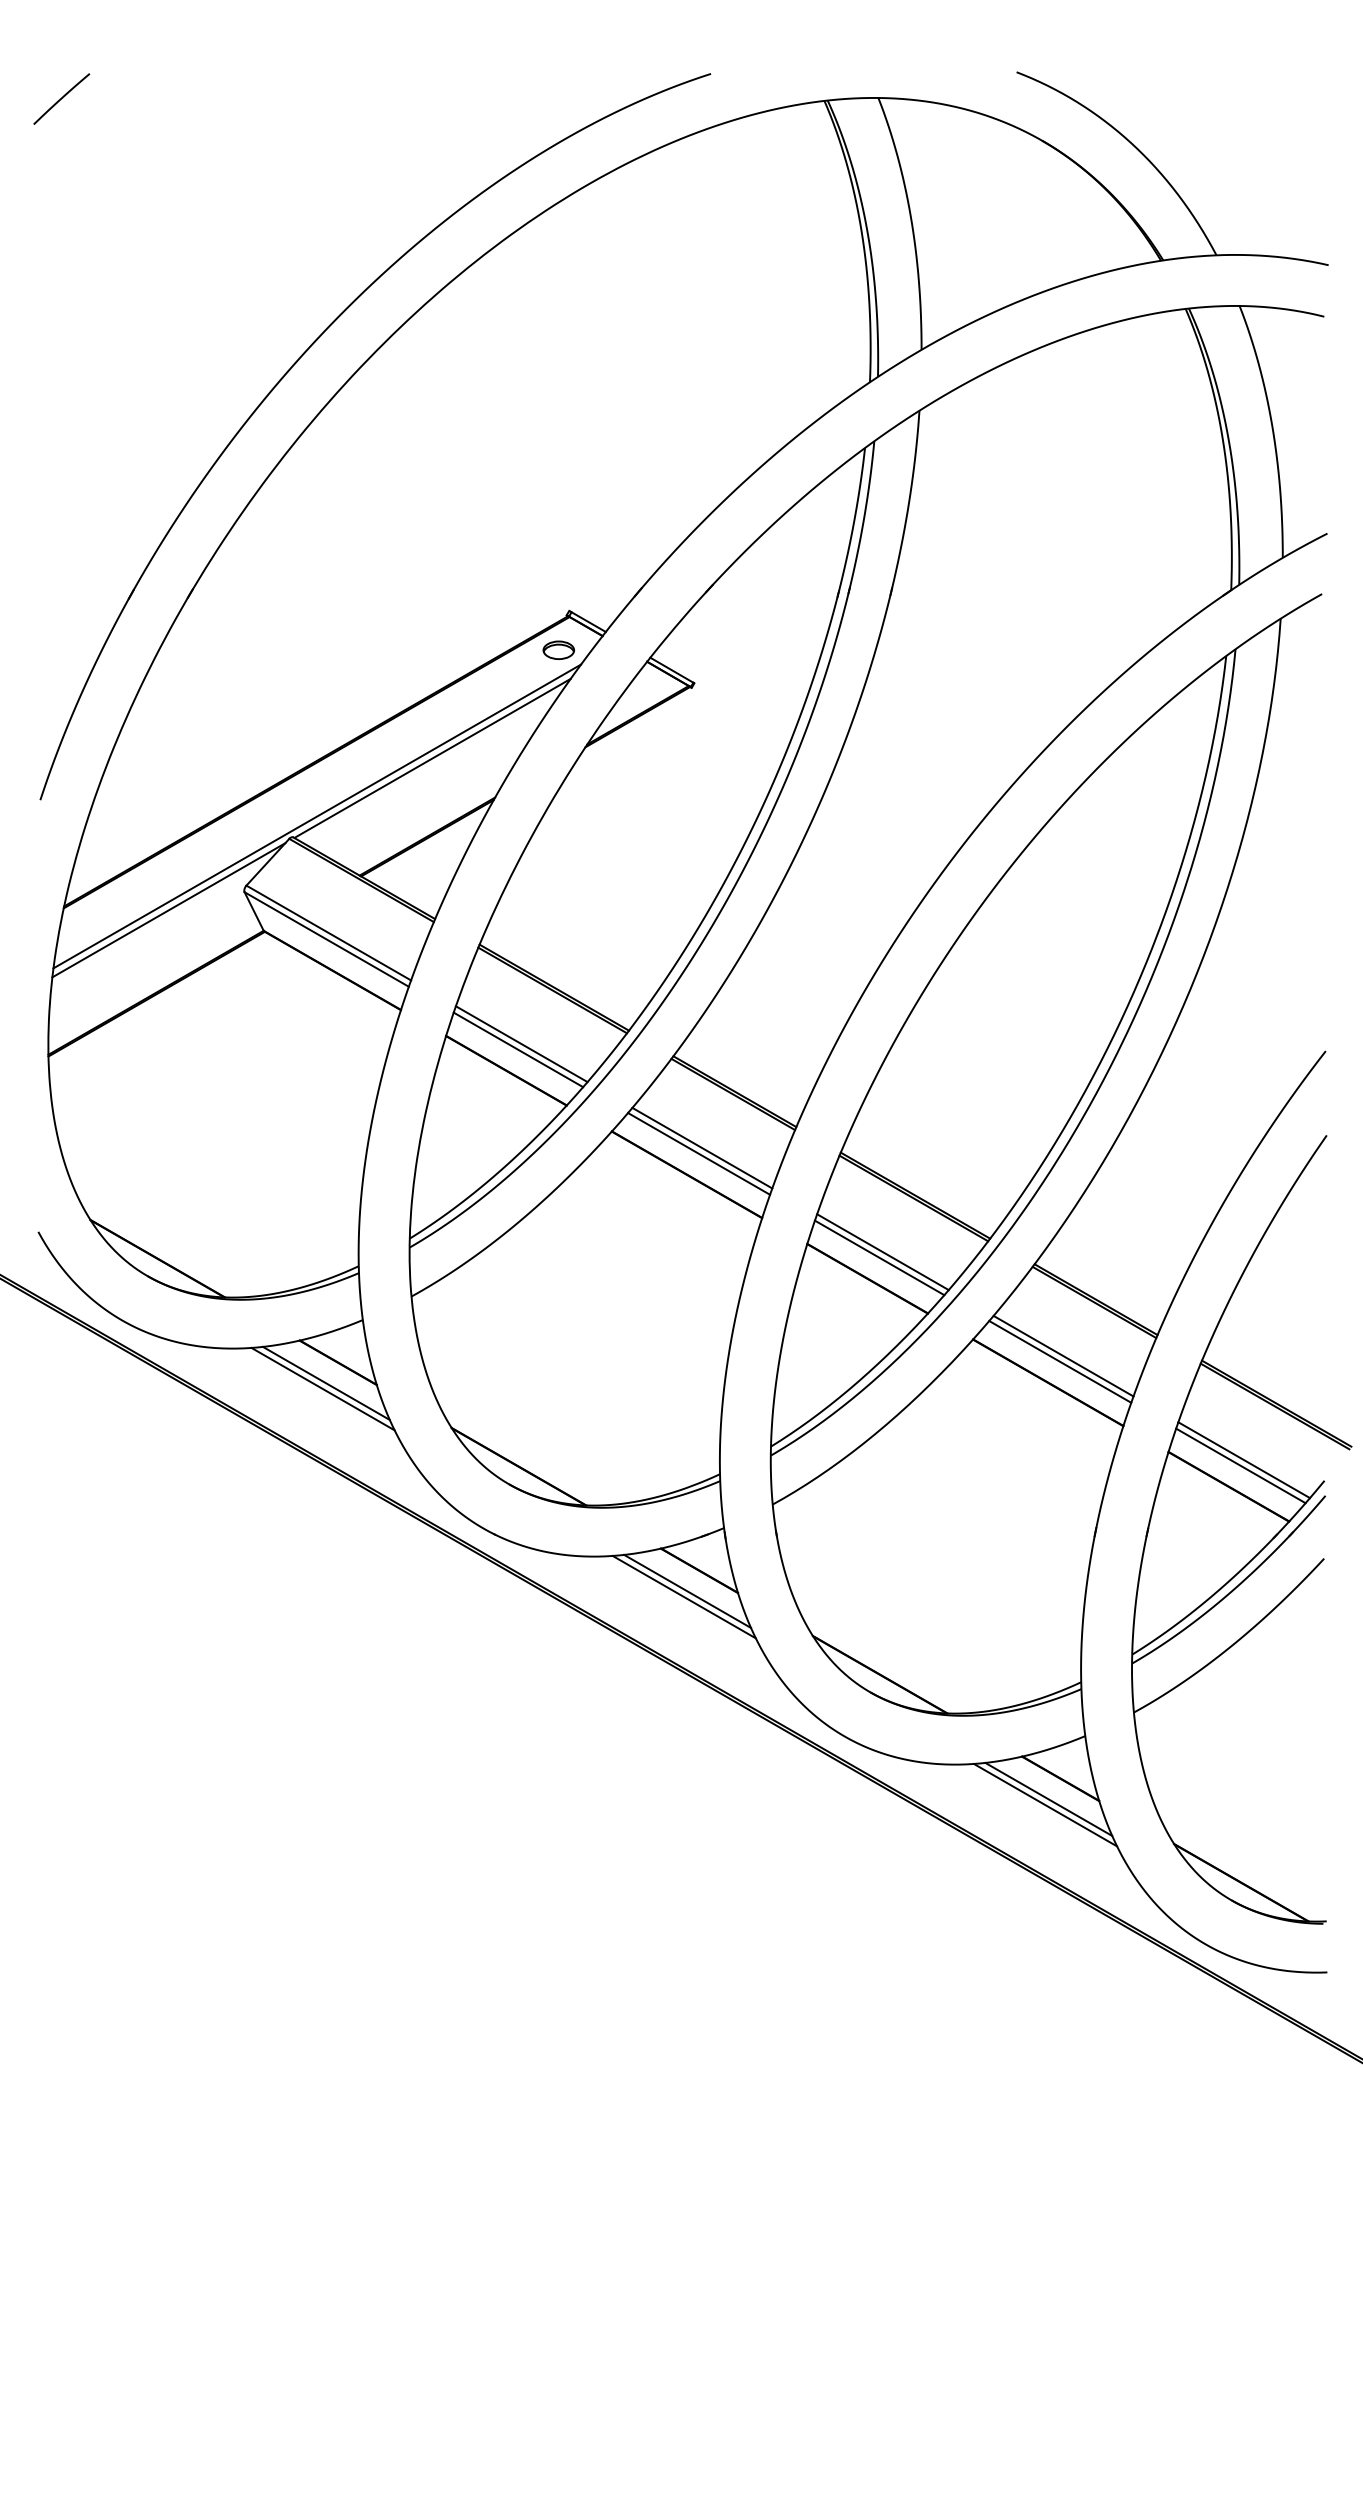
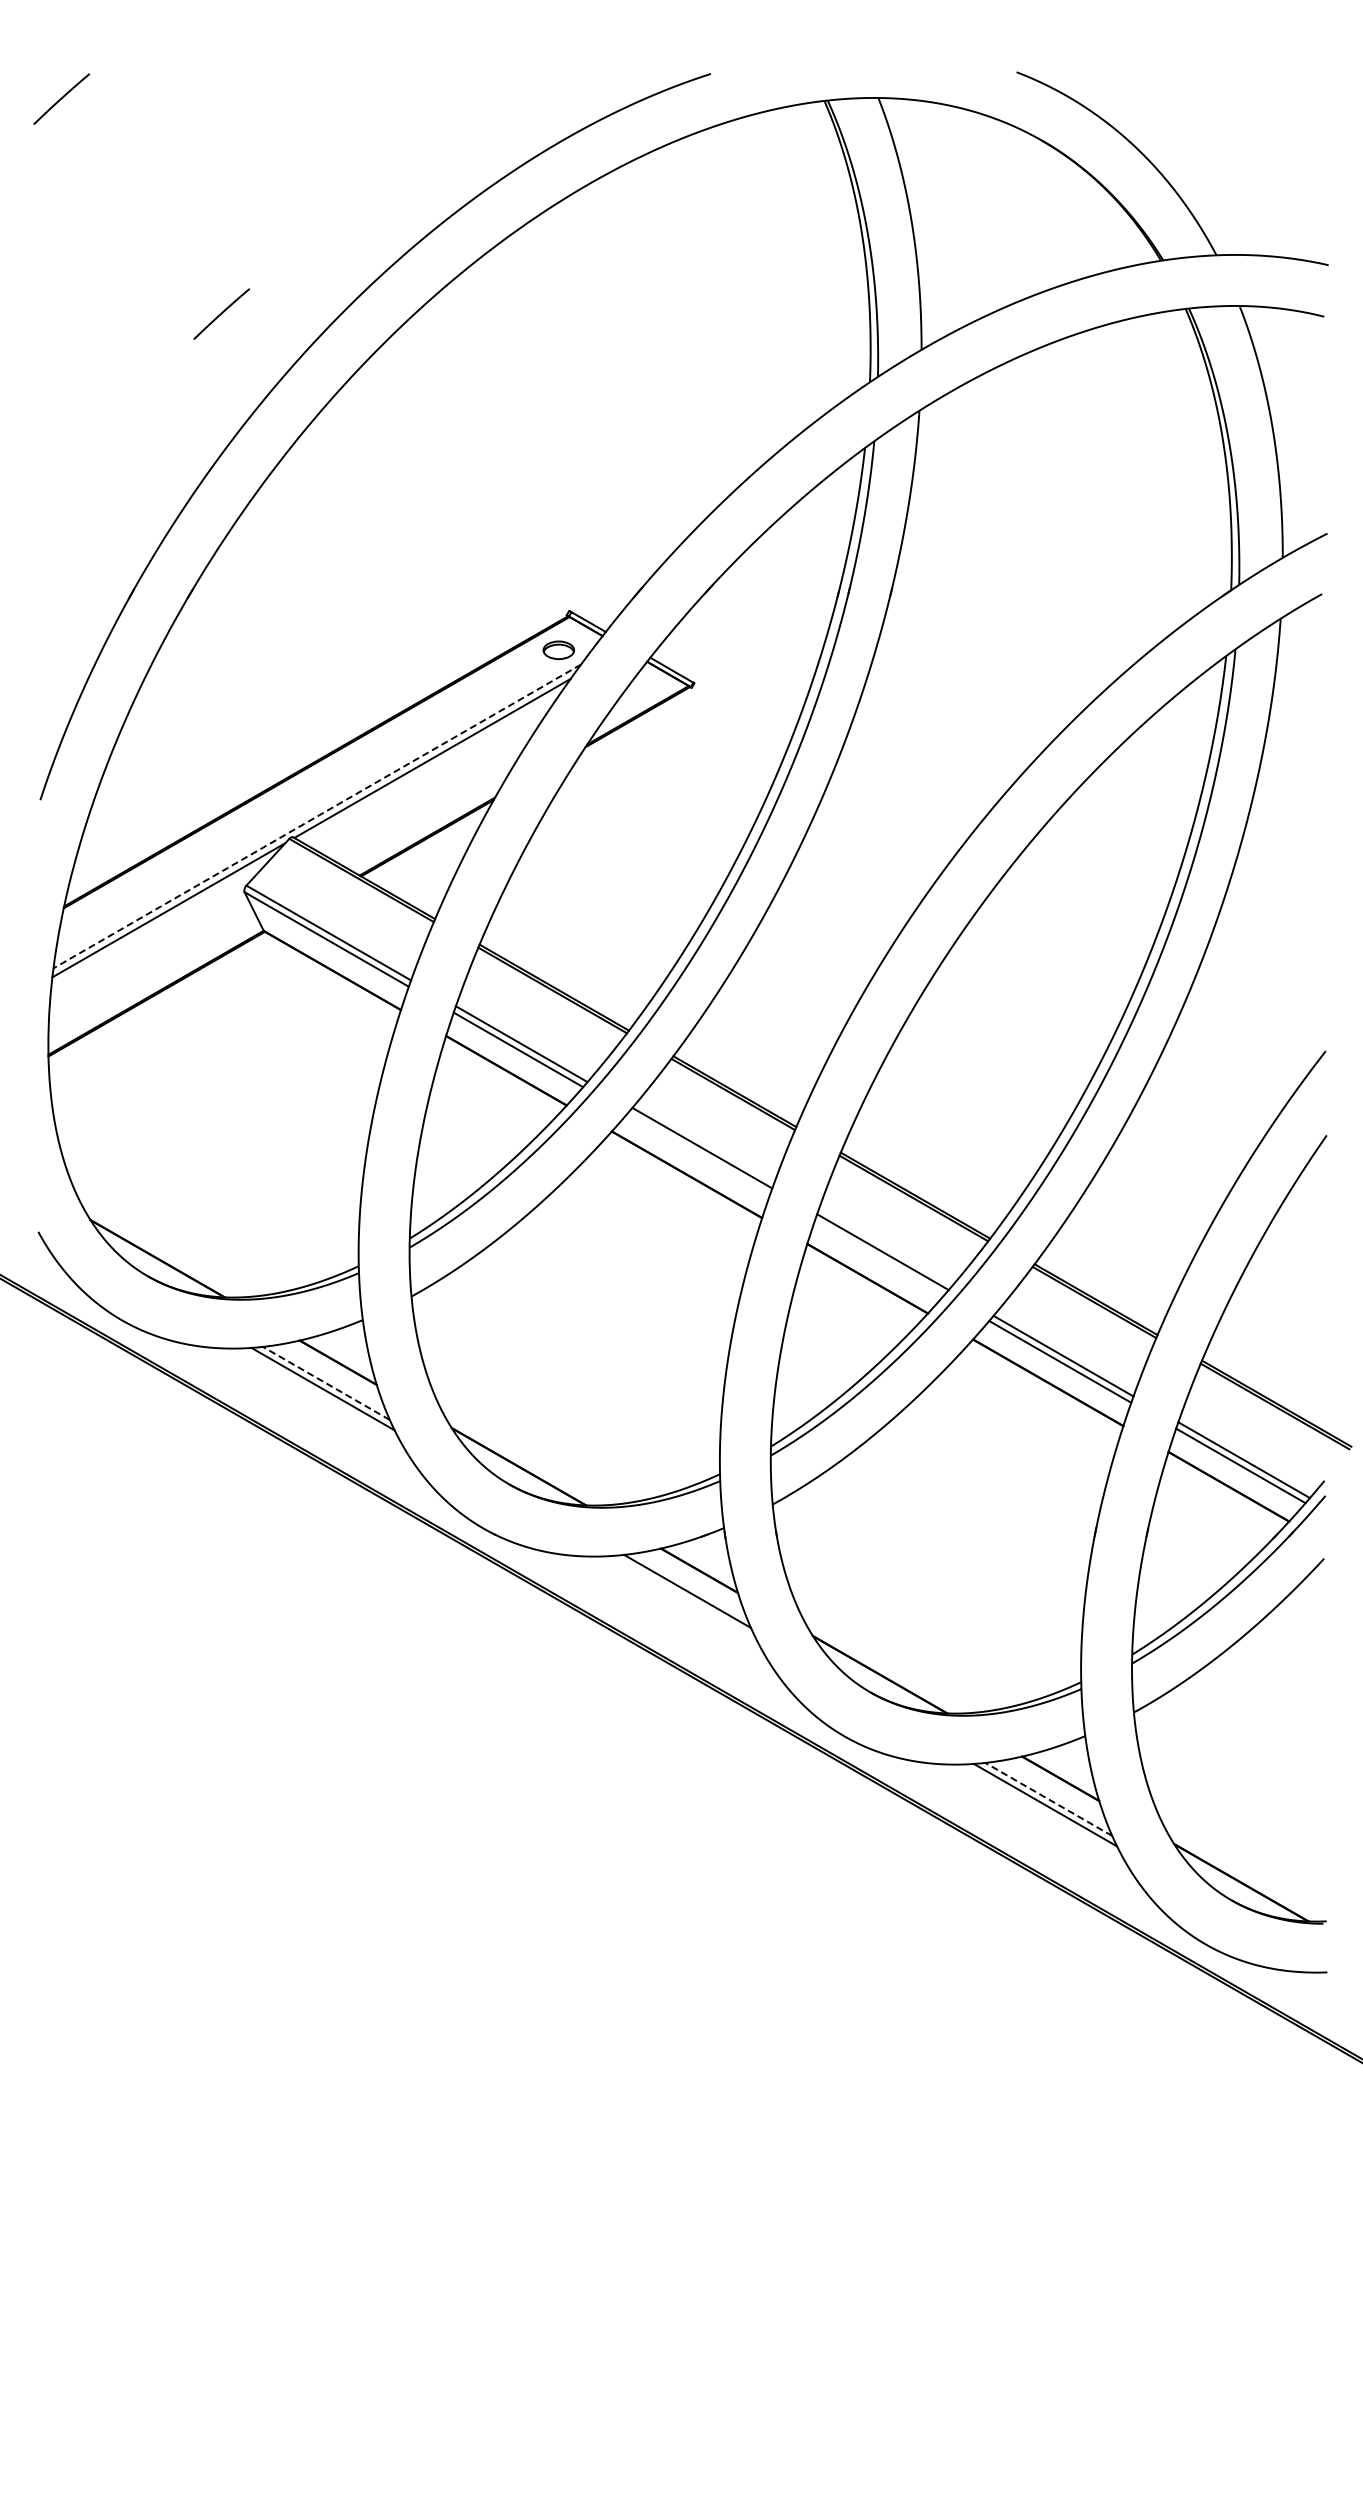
line at (221, 313): none -> present
line at (316, 816): solid -> dashed
line at (699, 1153): present -> none
line at (879, 1257): present -> none
line at (325, 1383): solid -> dashed
line at (683, 1596): present -> none
line at (1048, 1799): solid -> dashed
